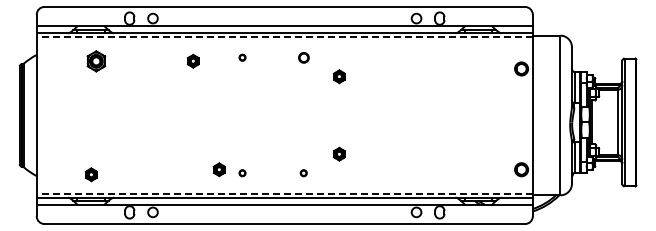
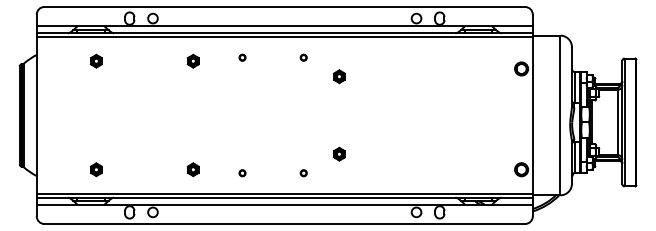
line at (284, 37): dashed -> solid
part at (303, 57) size: 12x12 px -> 9x9 px
part at (96, 61) size: 21x23 px -> 13x16 px
part at (218, 169) position: (218, 169) -> (192, 169)
part at (91, 174) position: (91, 174) -> (96, 169)
line at (284, 193): dashed -> solid
